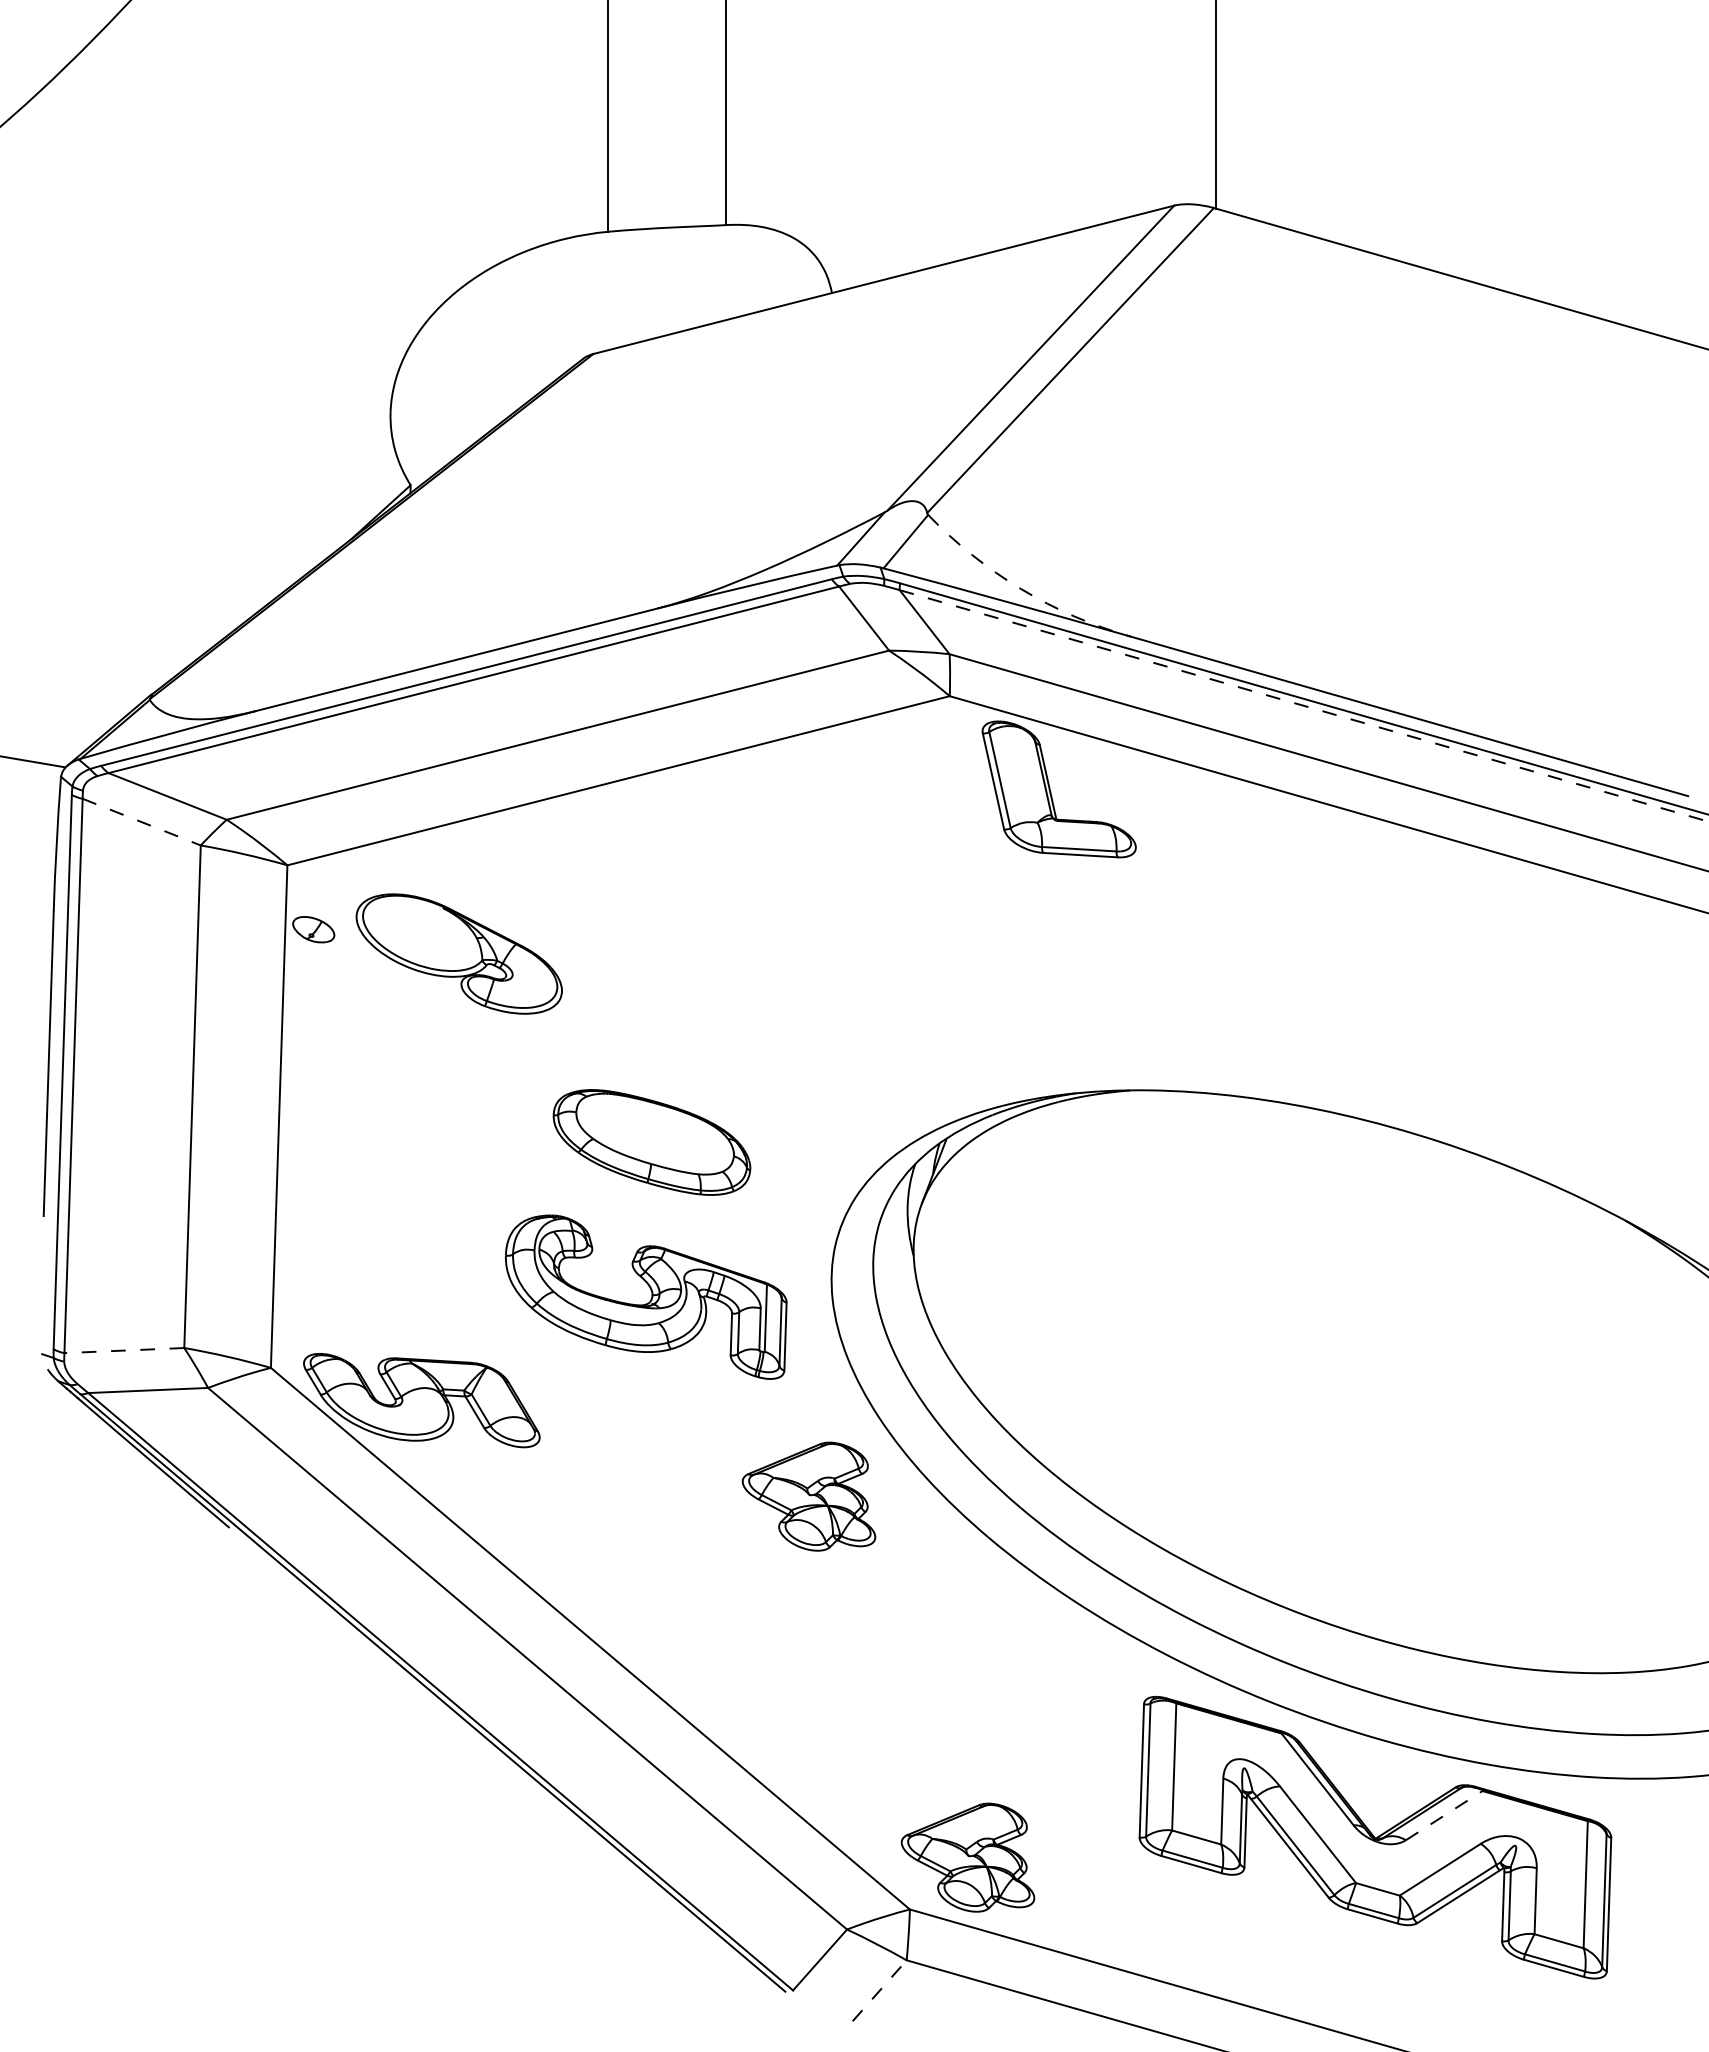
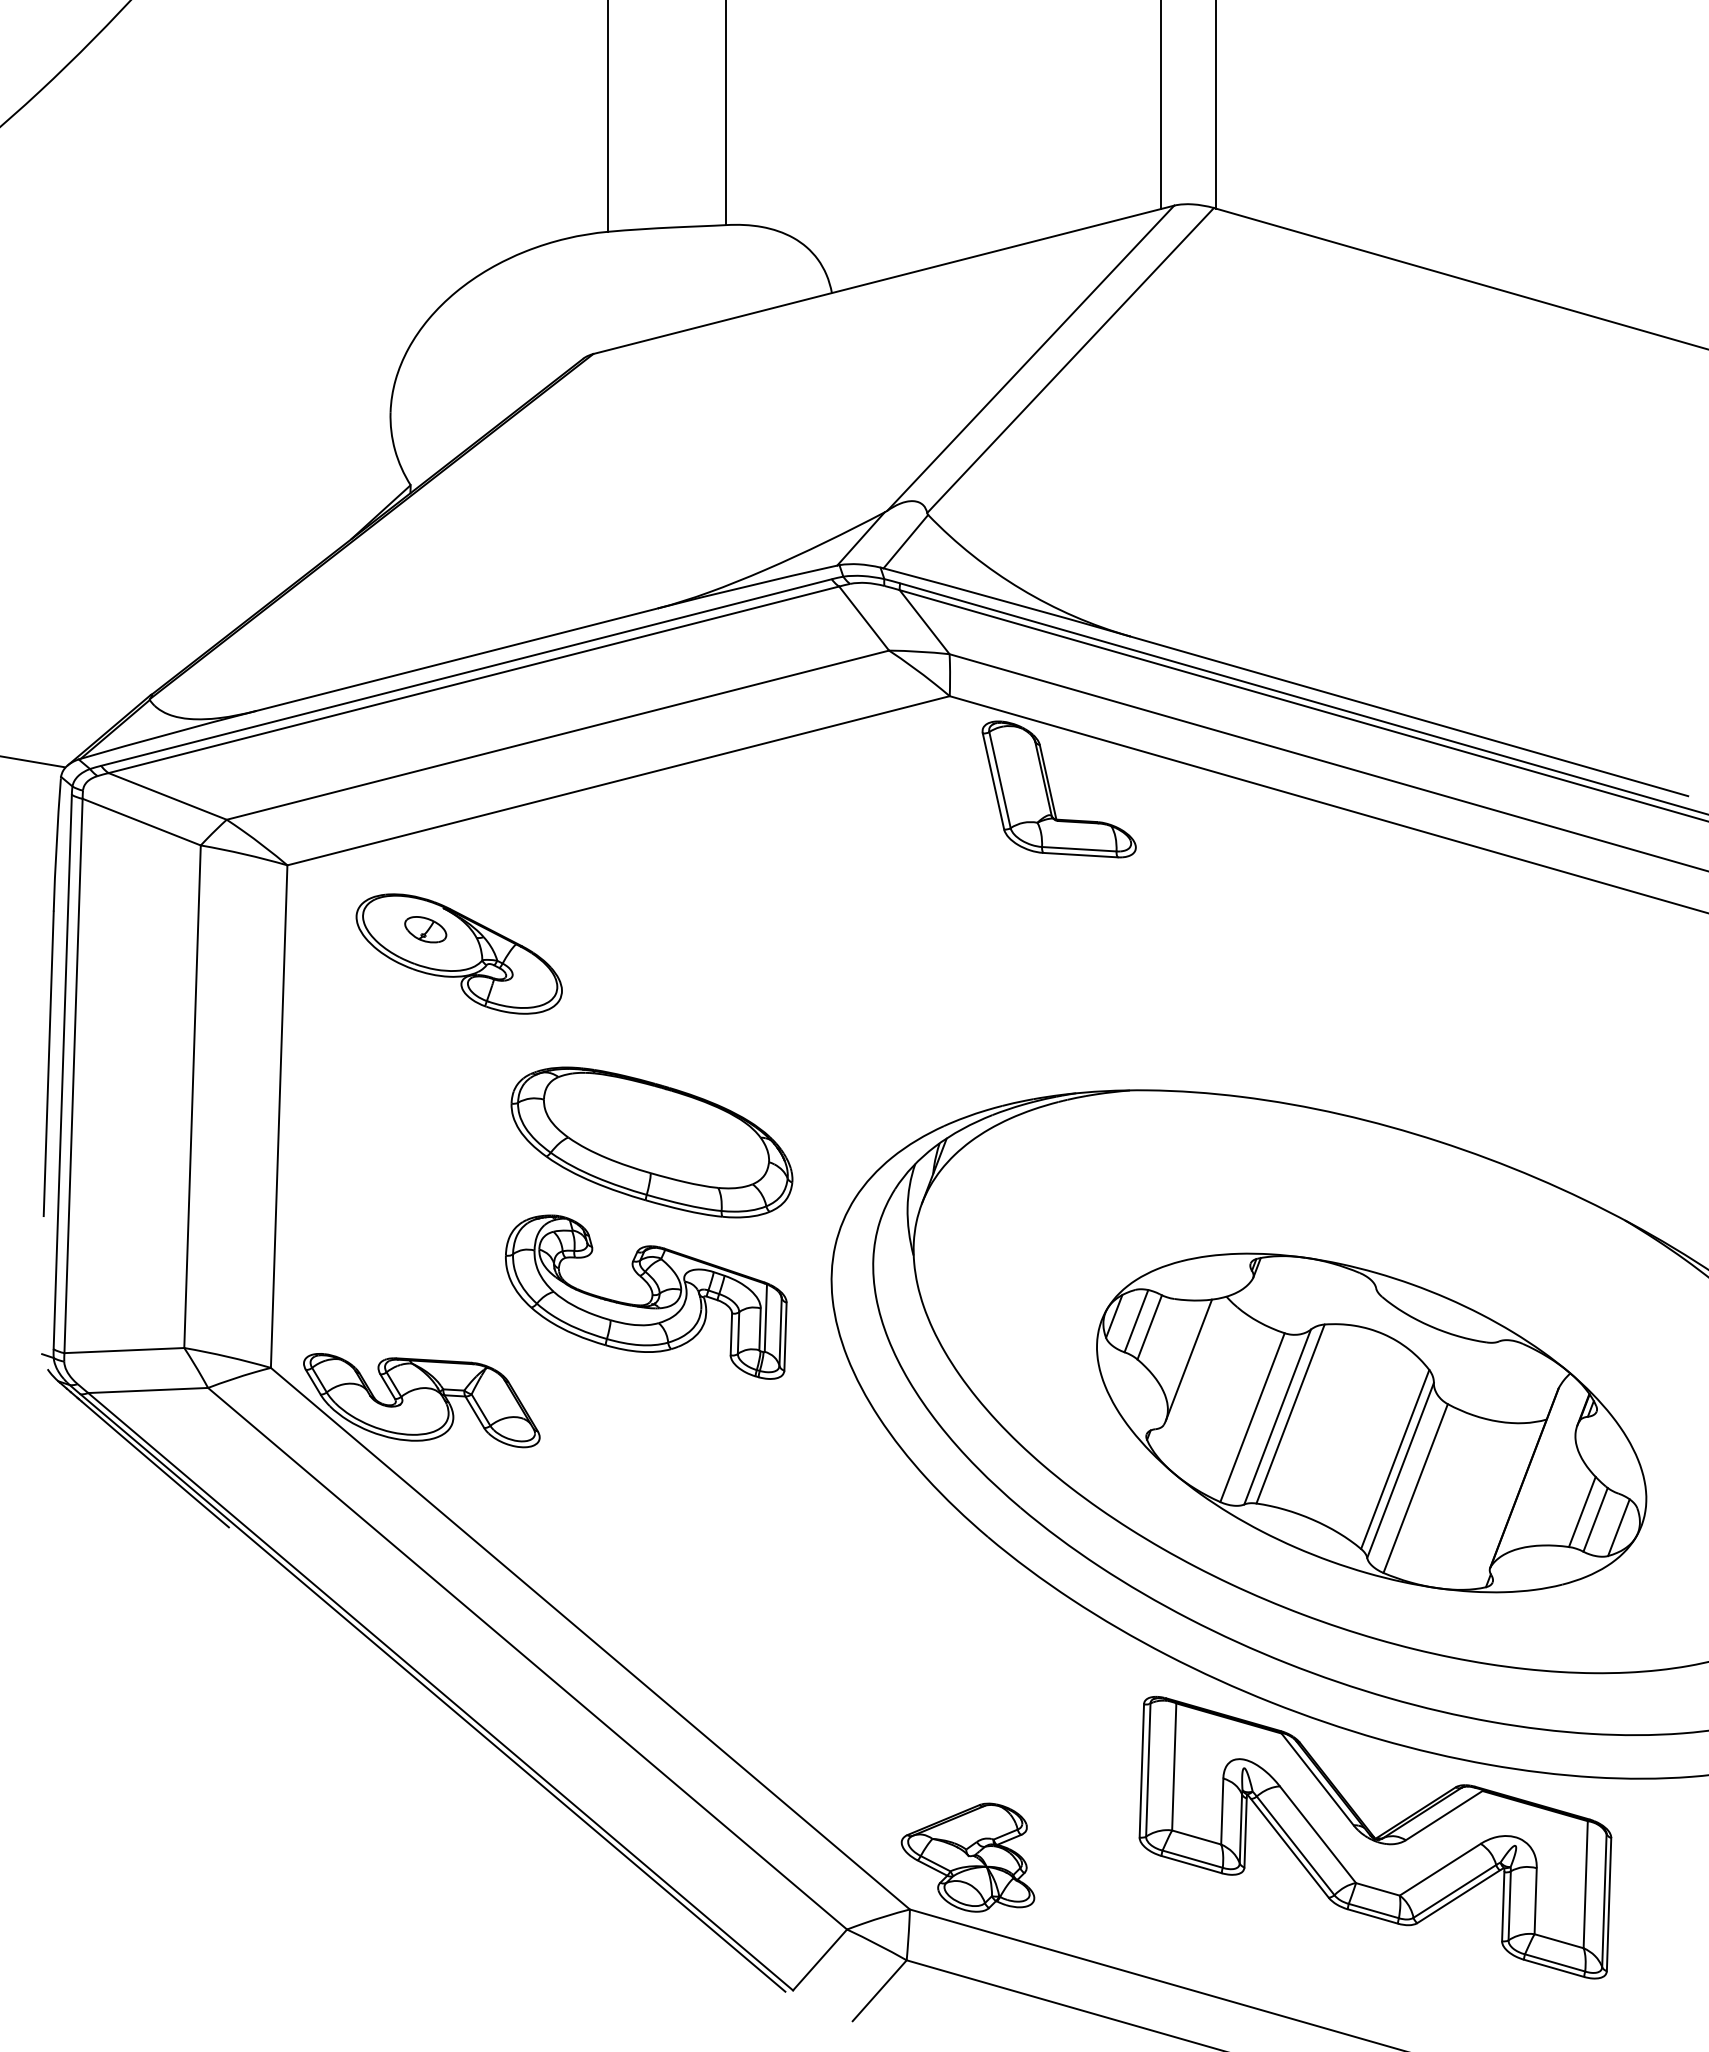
line at (1160, 105): none -> present
arc at (1021, 589): dashed -> solid
line at (1304, 705): dashed -> solid
line at (141, 822): dashed -> solid
part at (313, 929) position: (313, 929) -> (425, 929)
part at (651, 1142) size: 200x107 px -> 284x153 px
line at (124, 1350): dashed -> solid
part at (1371, 1422): none -> present
part at (808, 1496): present -> none
line at (1444, 1815): dashed -> solid
line at (879, 1990): dashed -> solid
